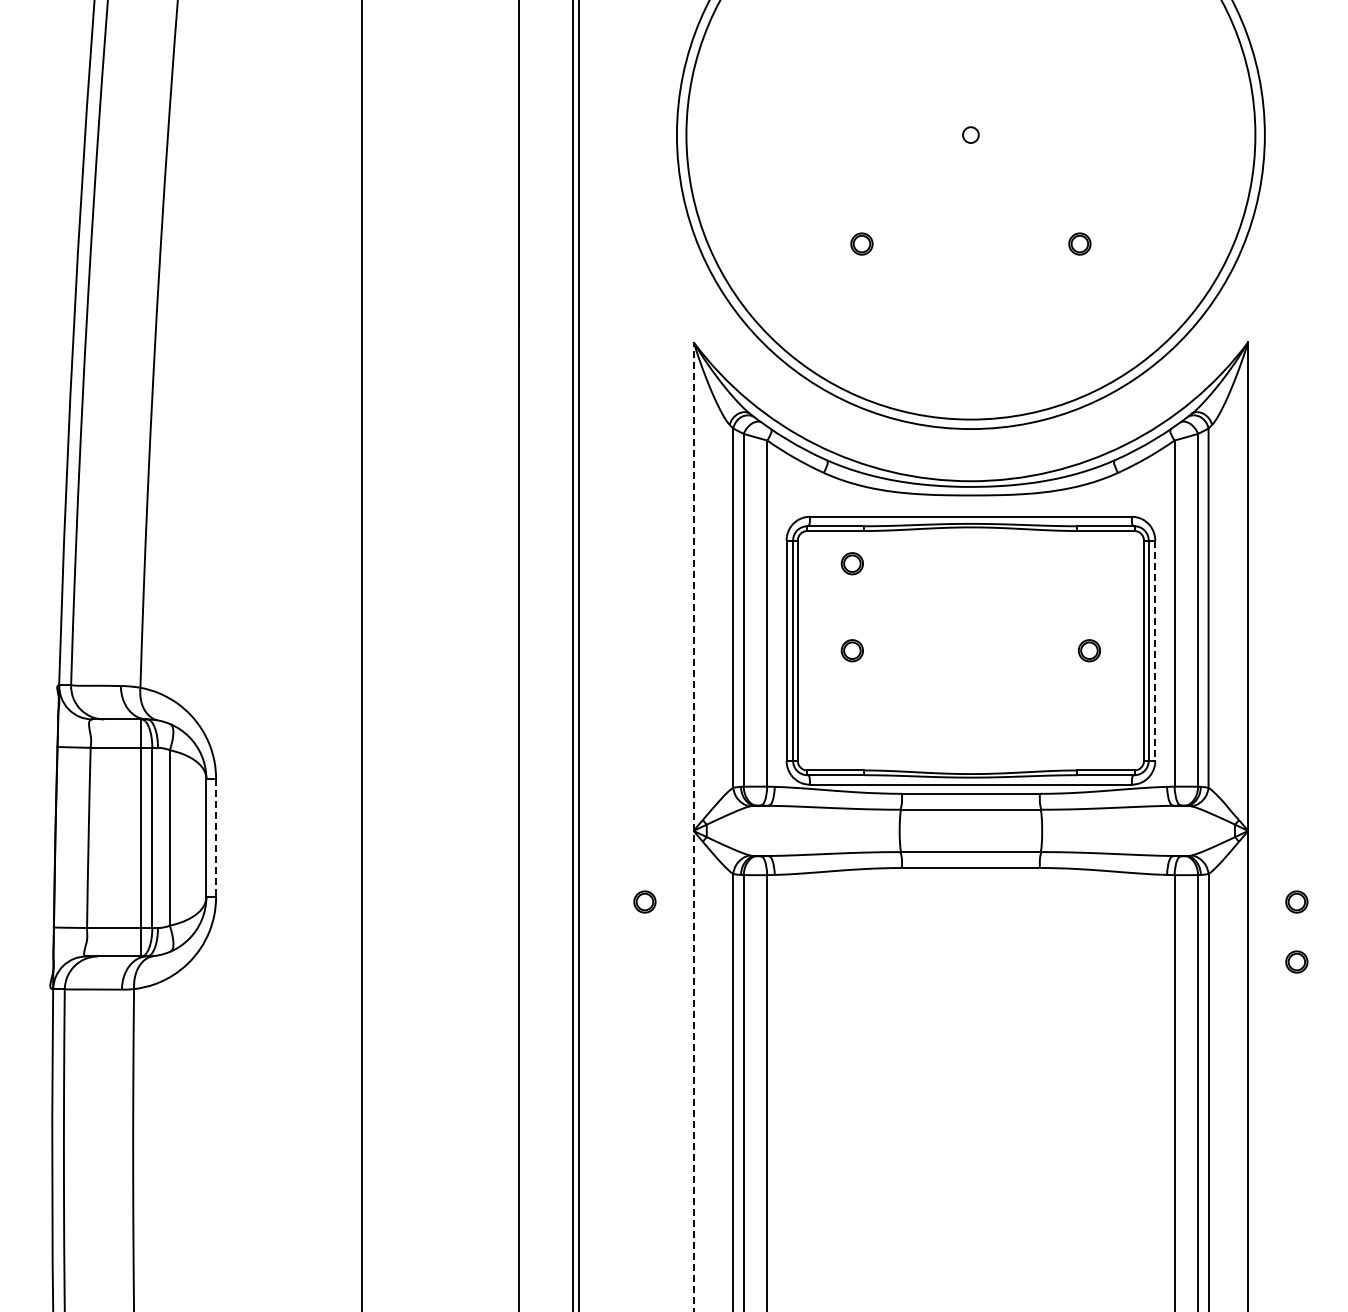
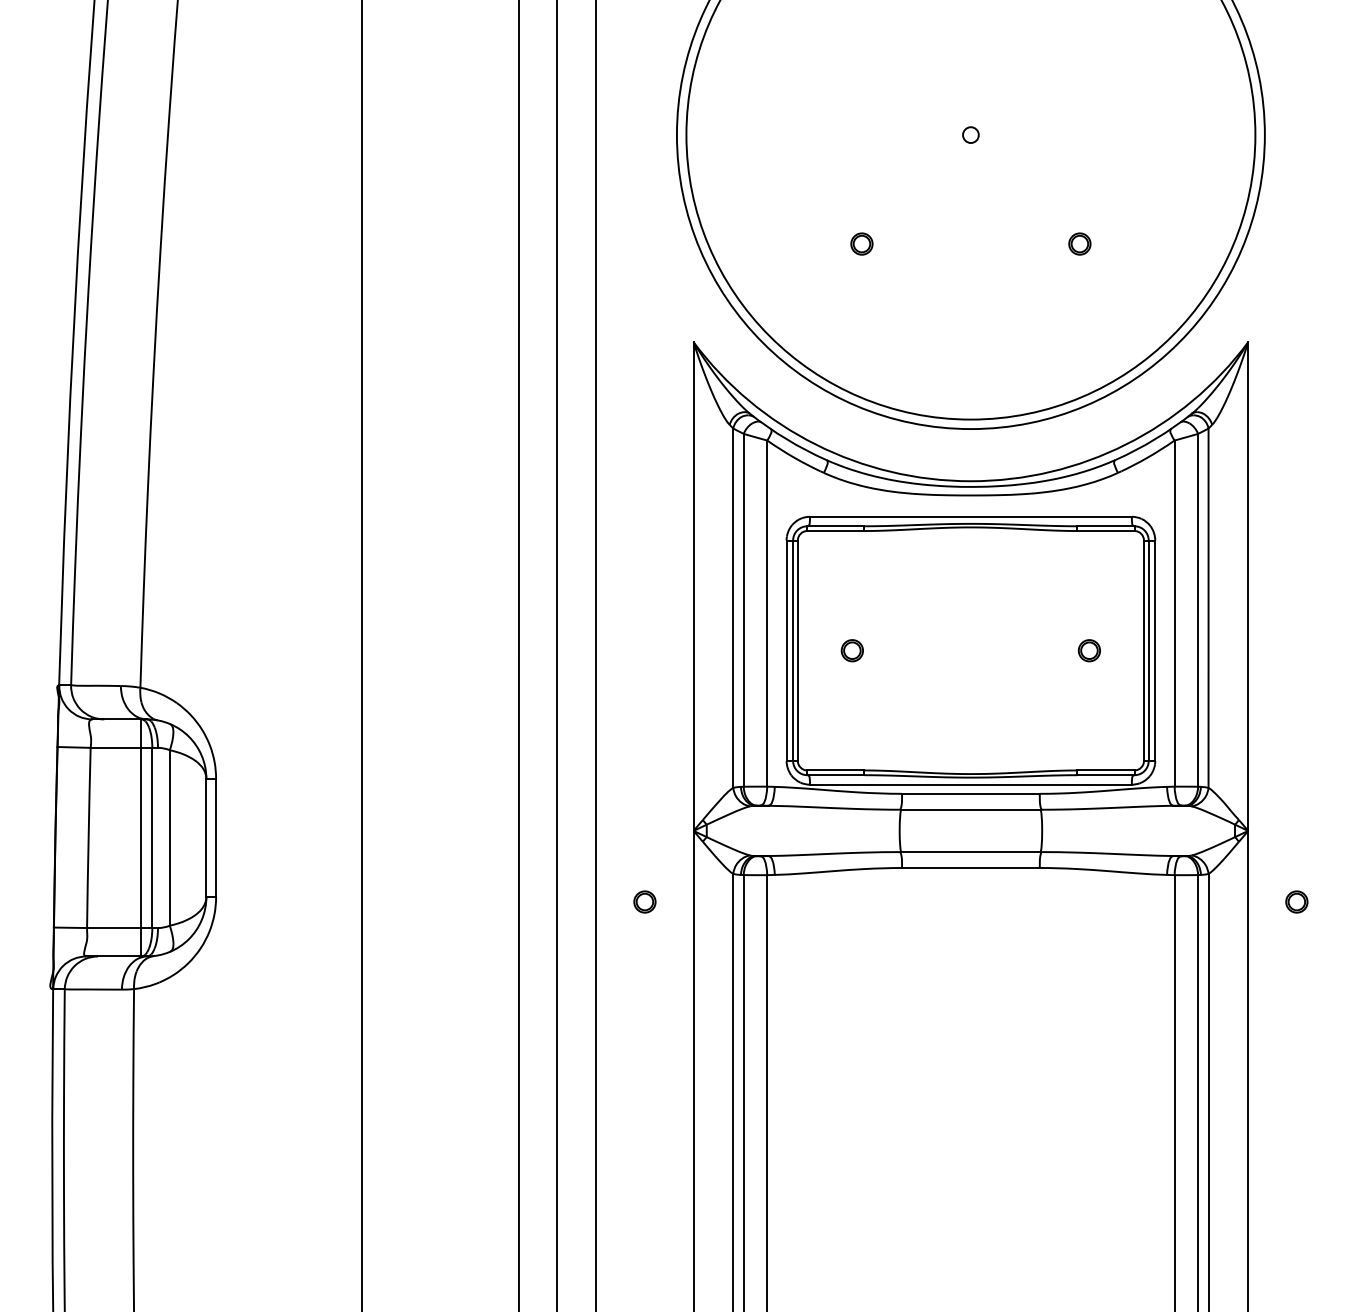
part at (851, 563): present -> none
line at (1155, 651): dashed -> solid
line at (572, 655) position: (572, 655) -> (556, 655)
line at (579, 655) position: (579, 655) -> (596, 655)
line at (693, 827): dashed -> solid
line at (216, 838): dashed -> solid
part at (1296, 961): present -> none
